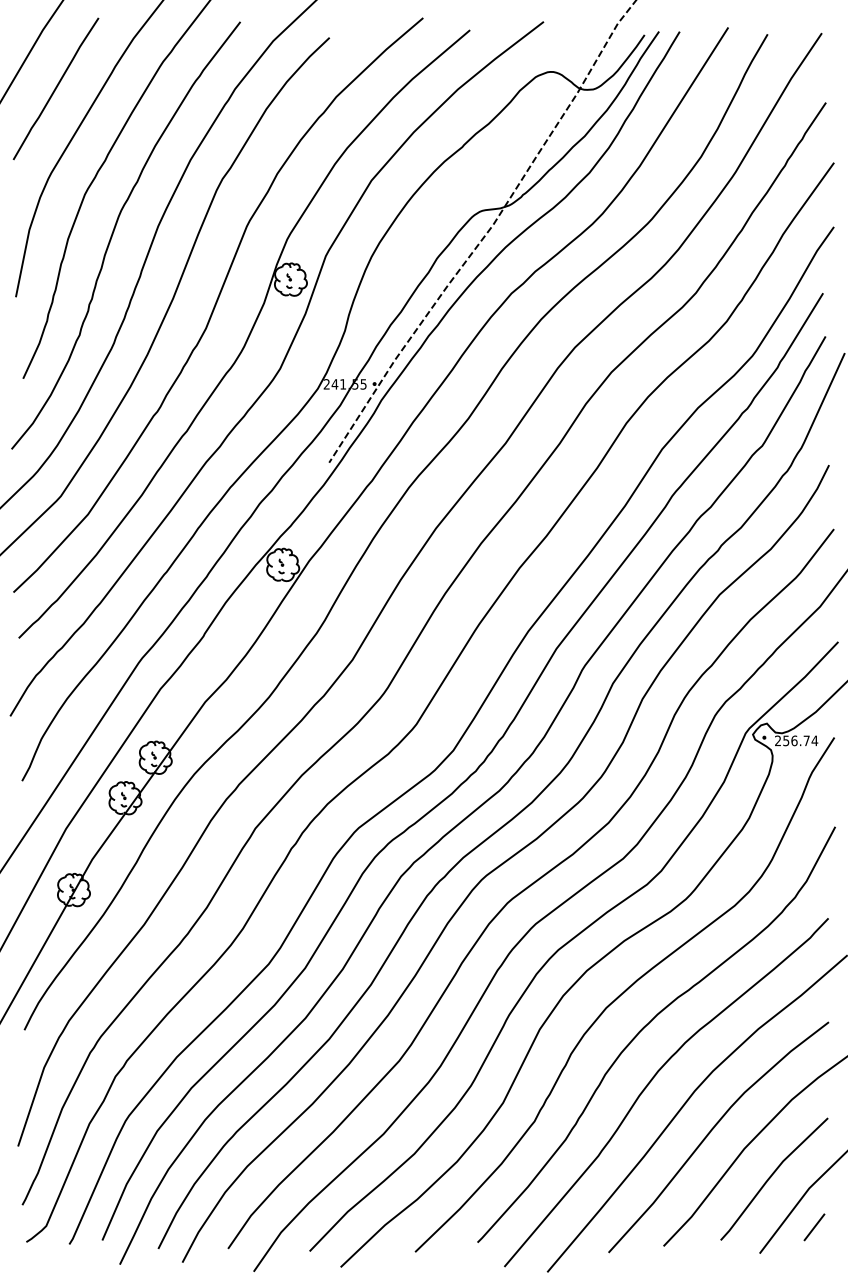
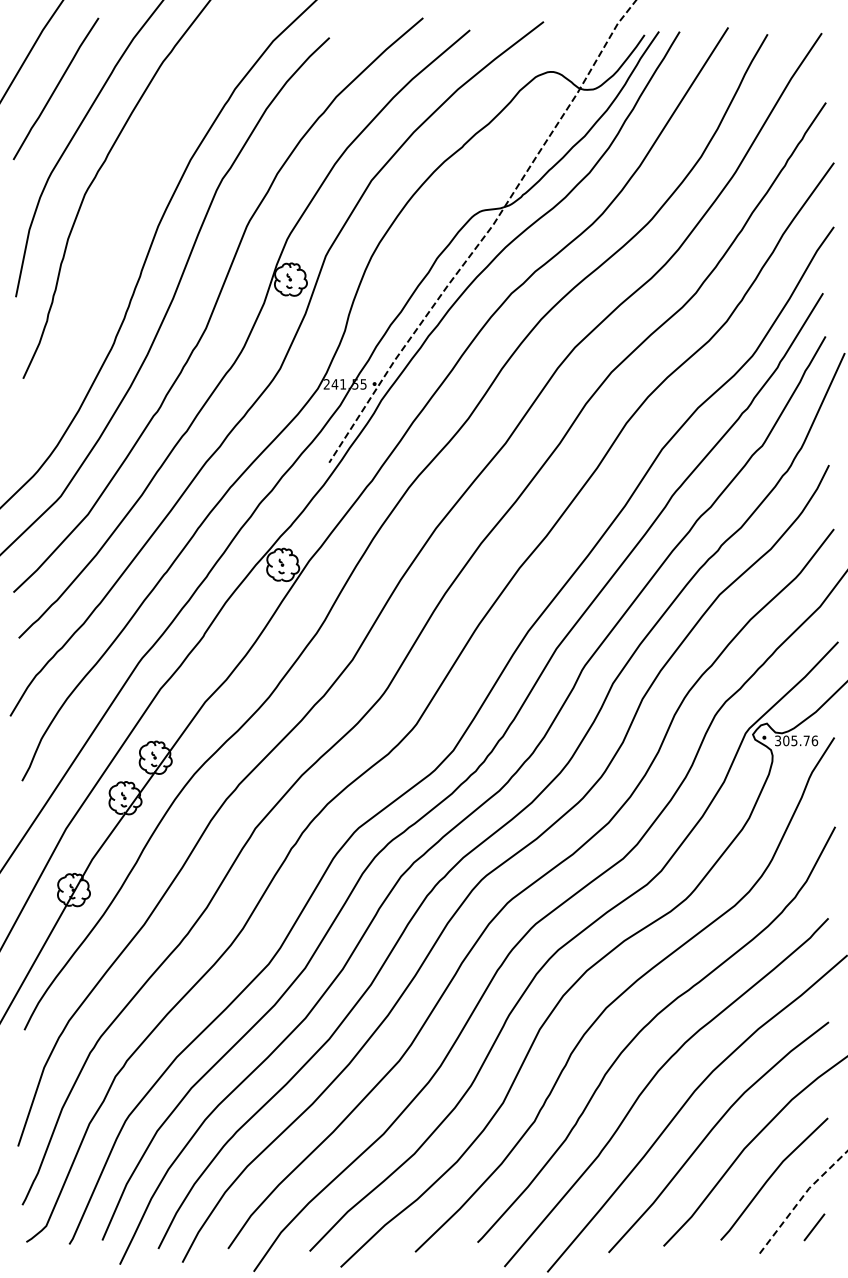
curve at (115, 229): present -> none
text at (796, 740): 256.74 -> 305.76
line at (801, 1198): solid -> dashed
